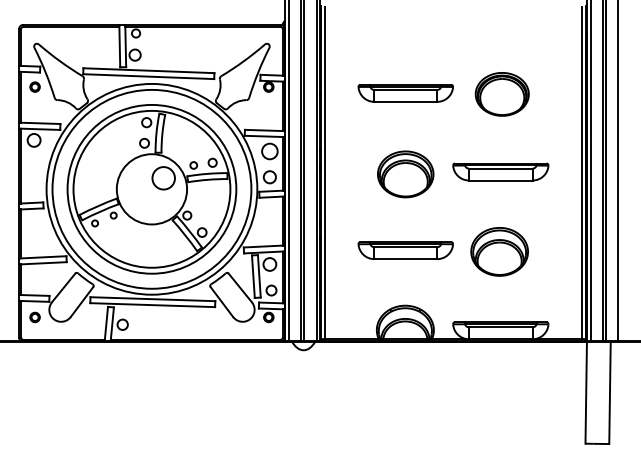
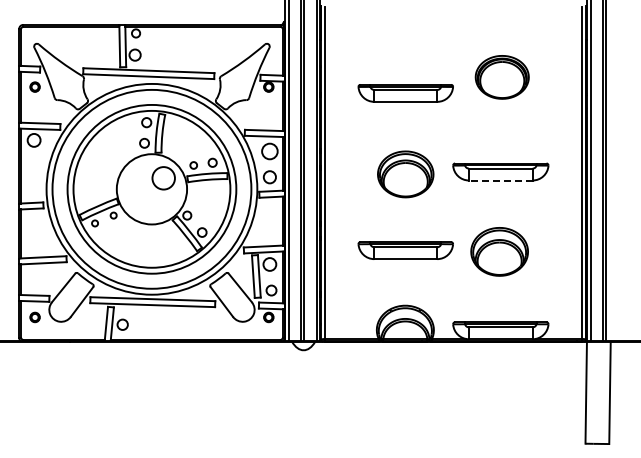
part at (501, 94) position: (501, 94) -> (501, 77)
line at (618, 171): present -> none
line at (500, 180): solid -> dashed
